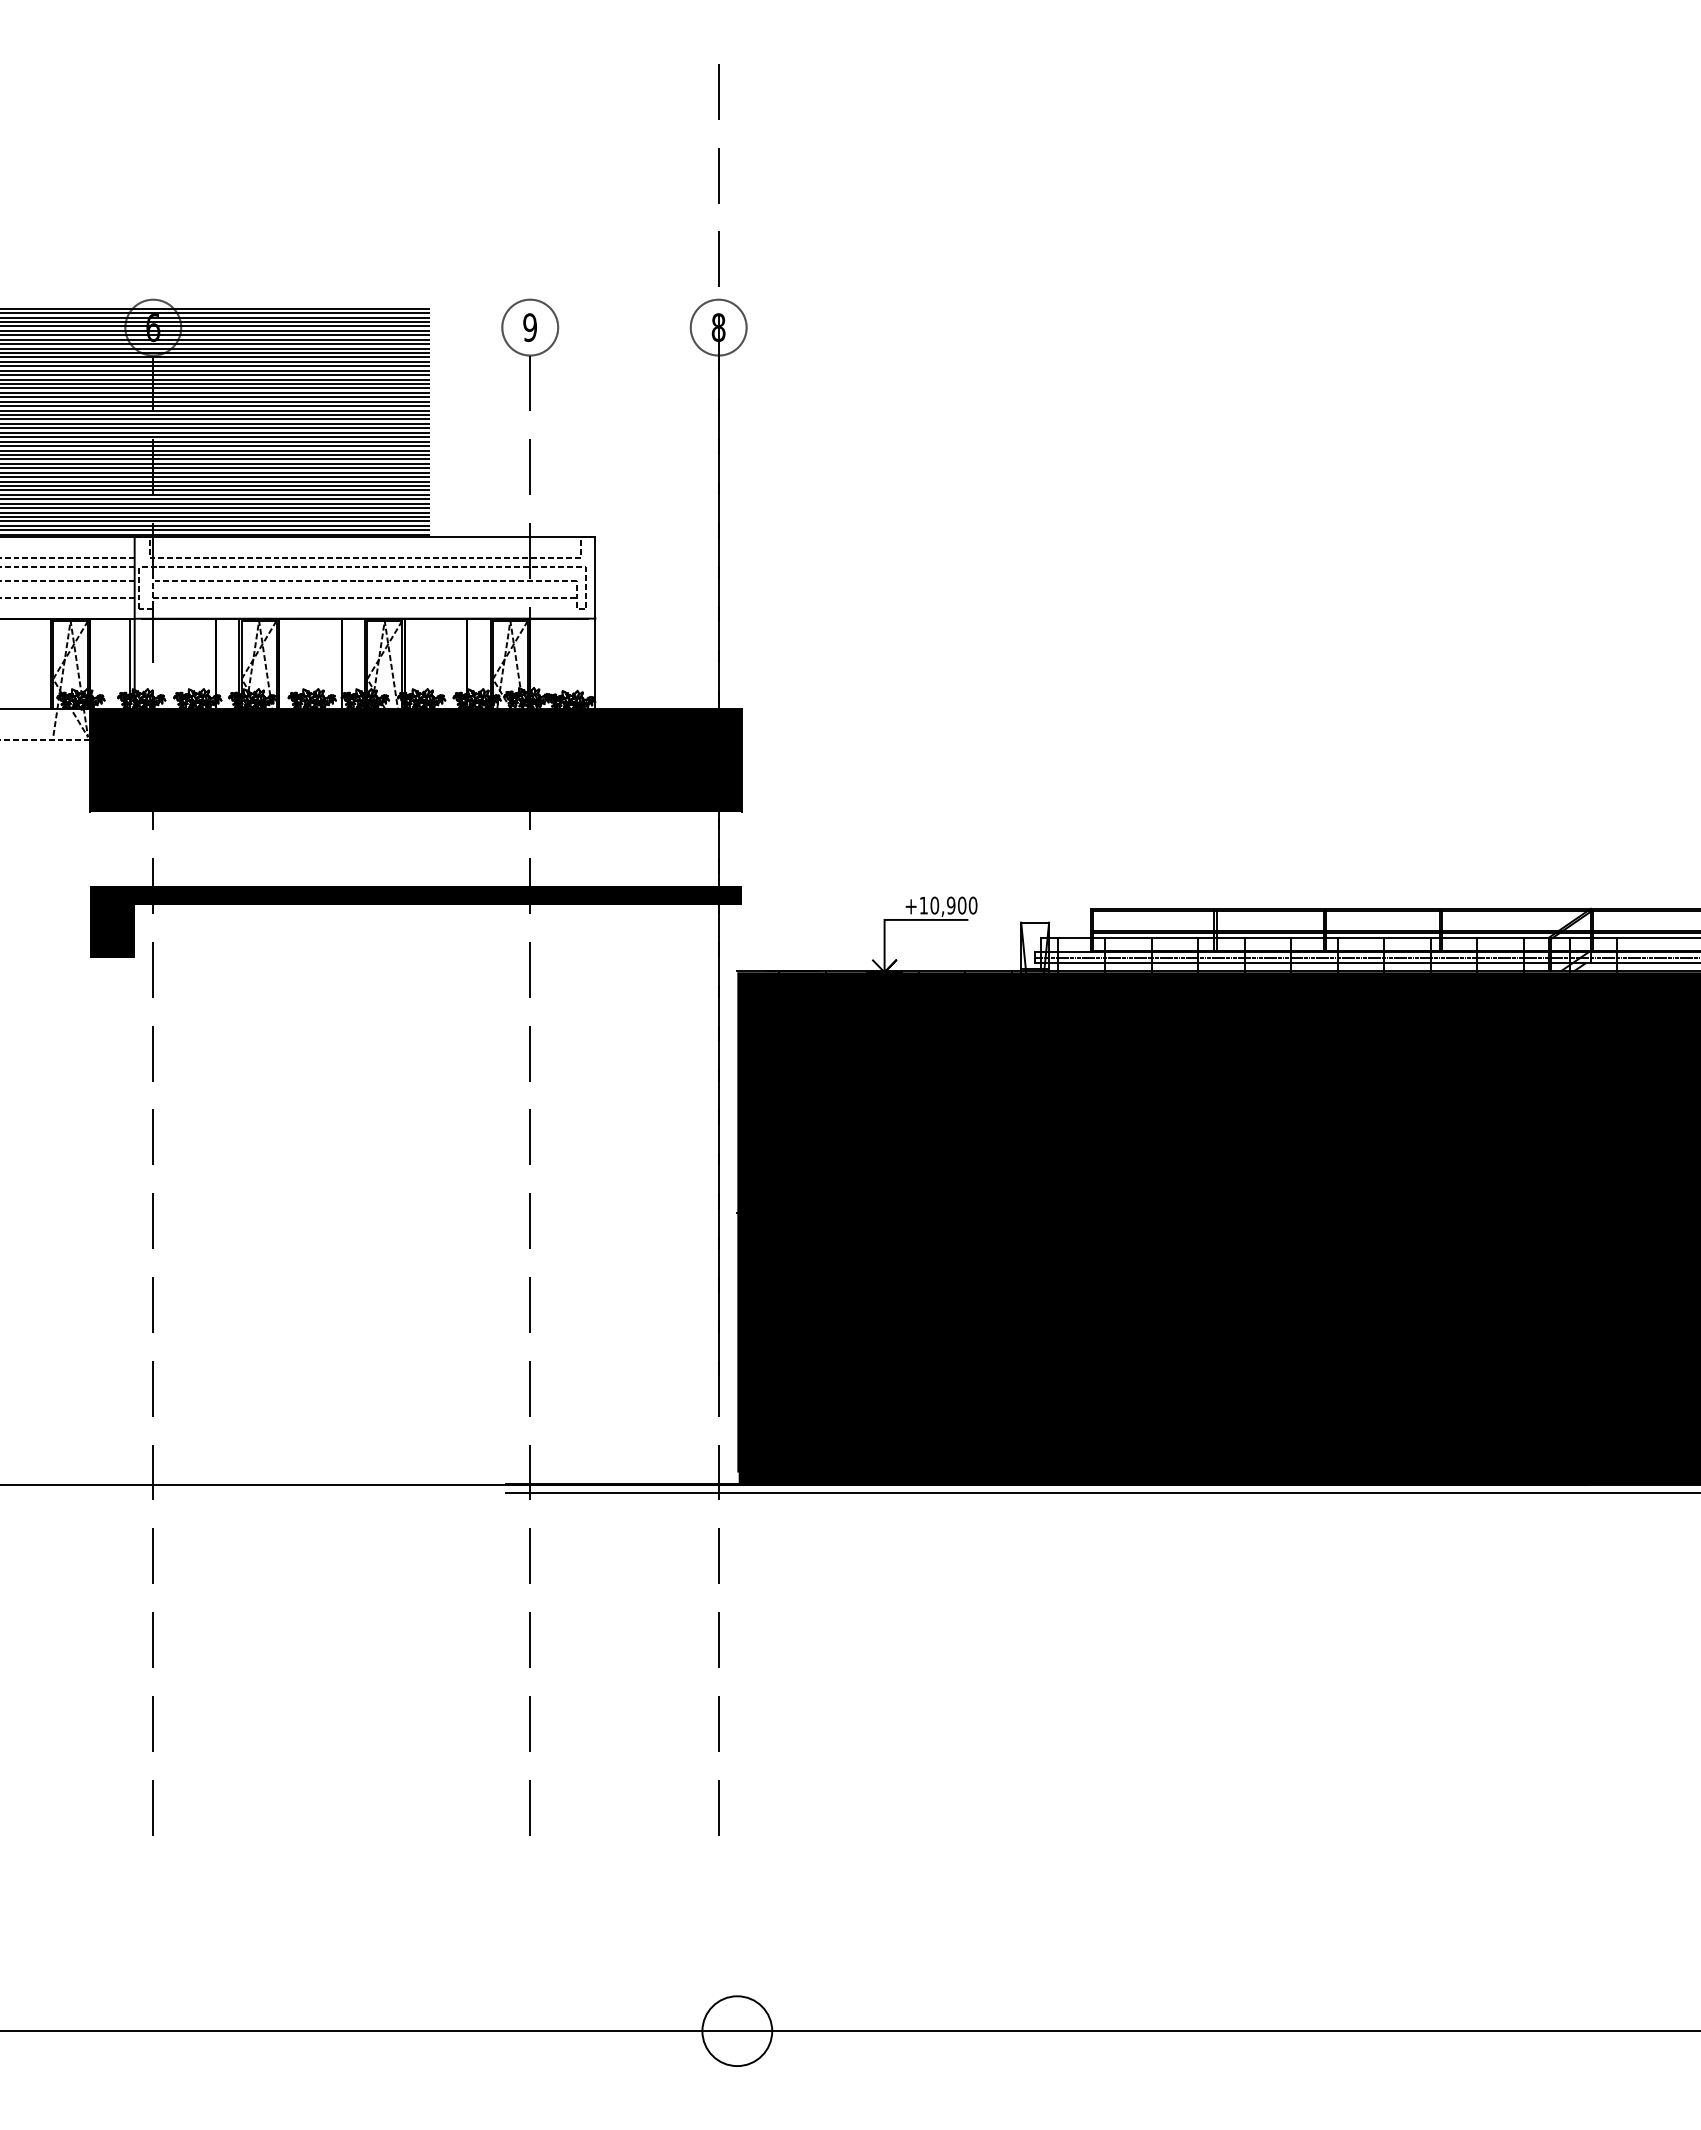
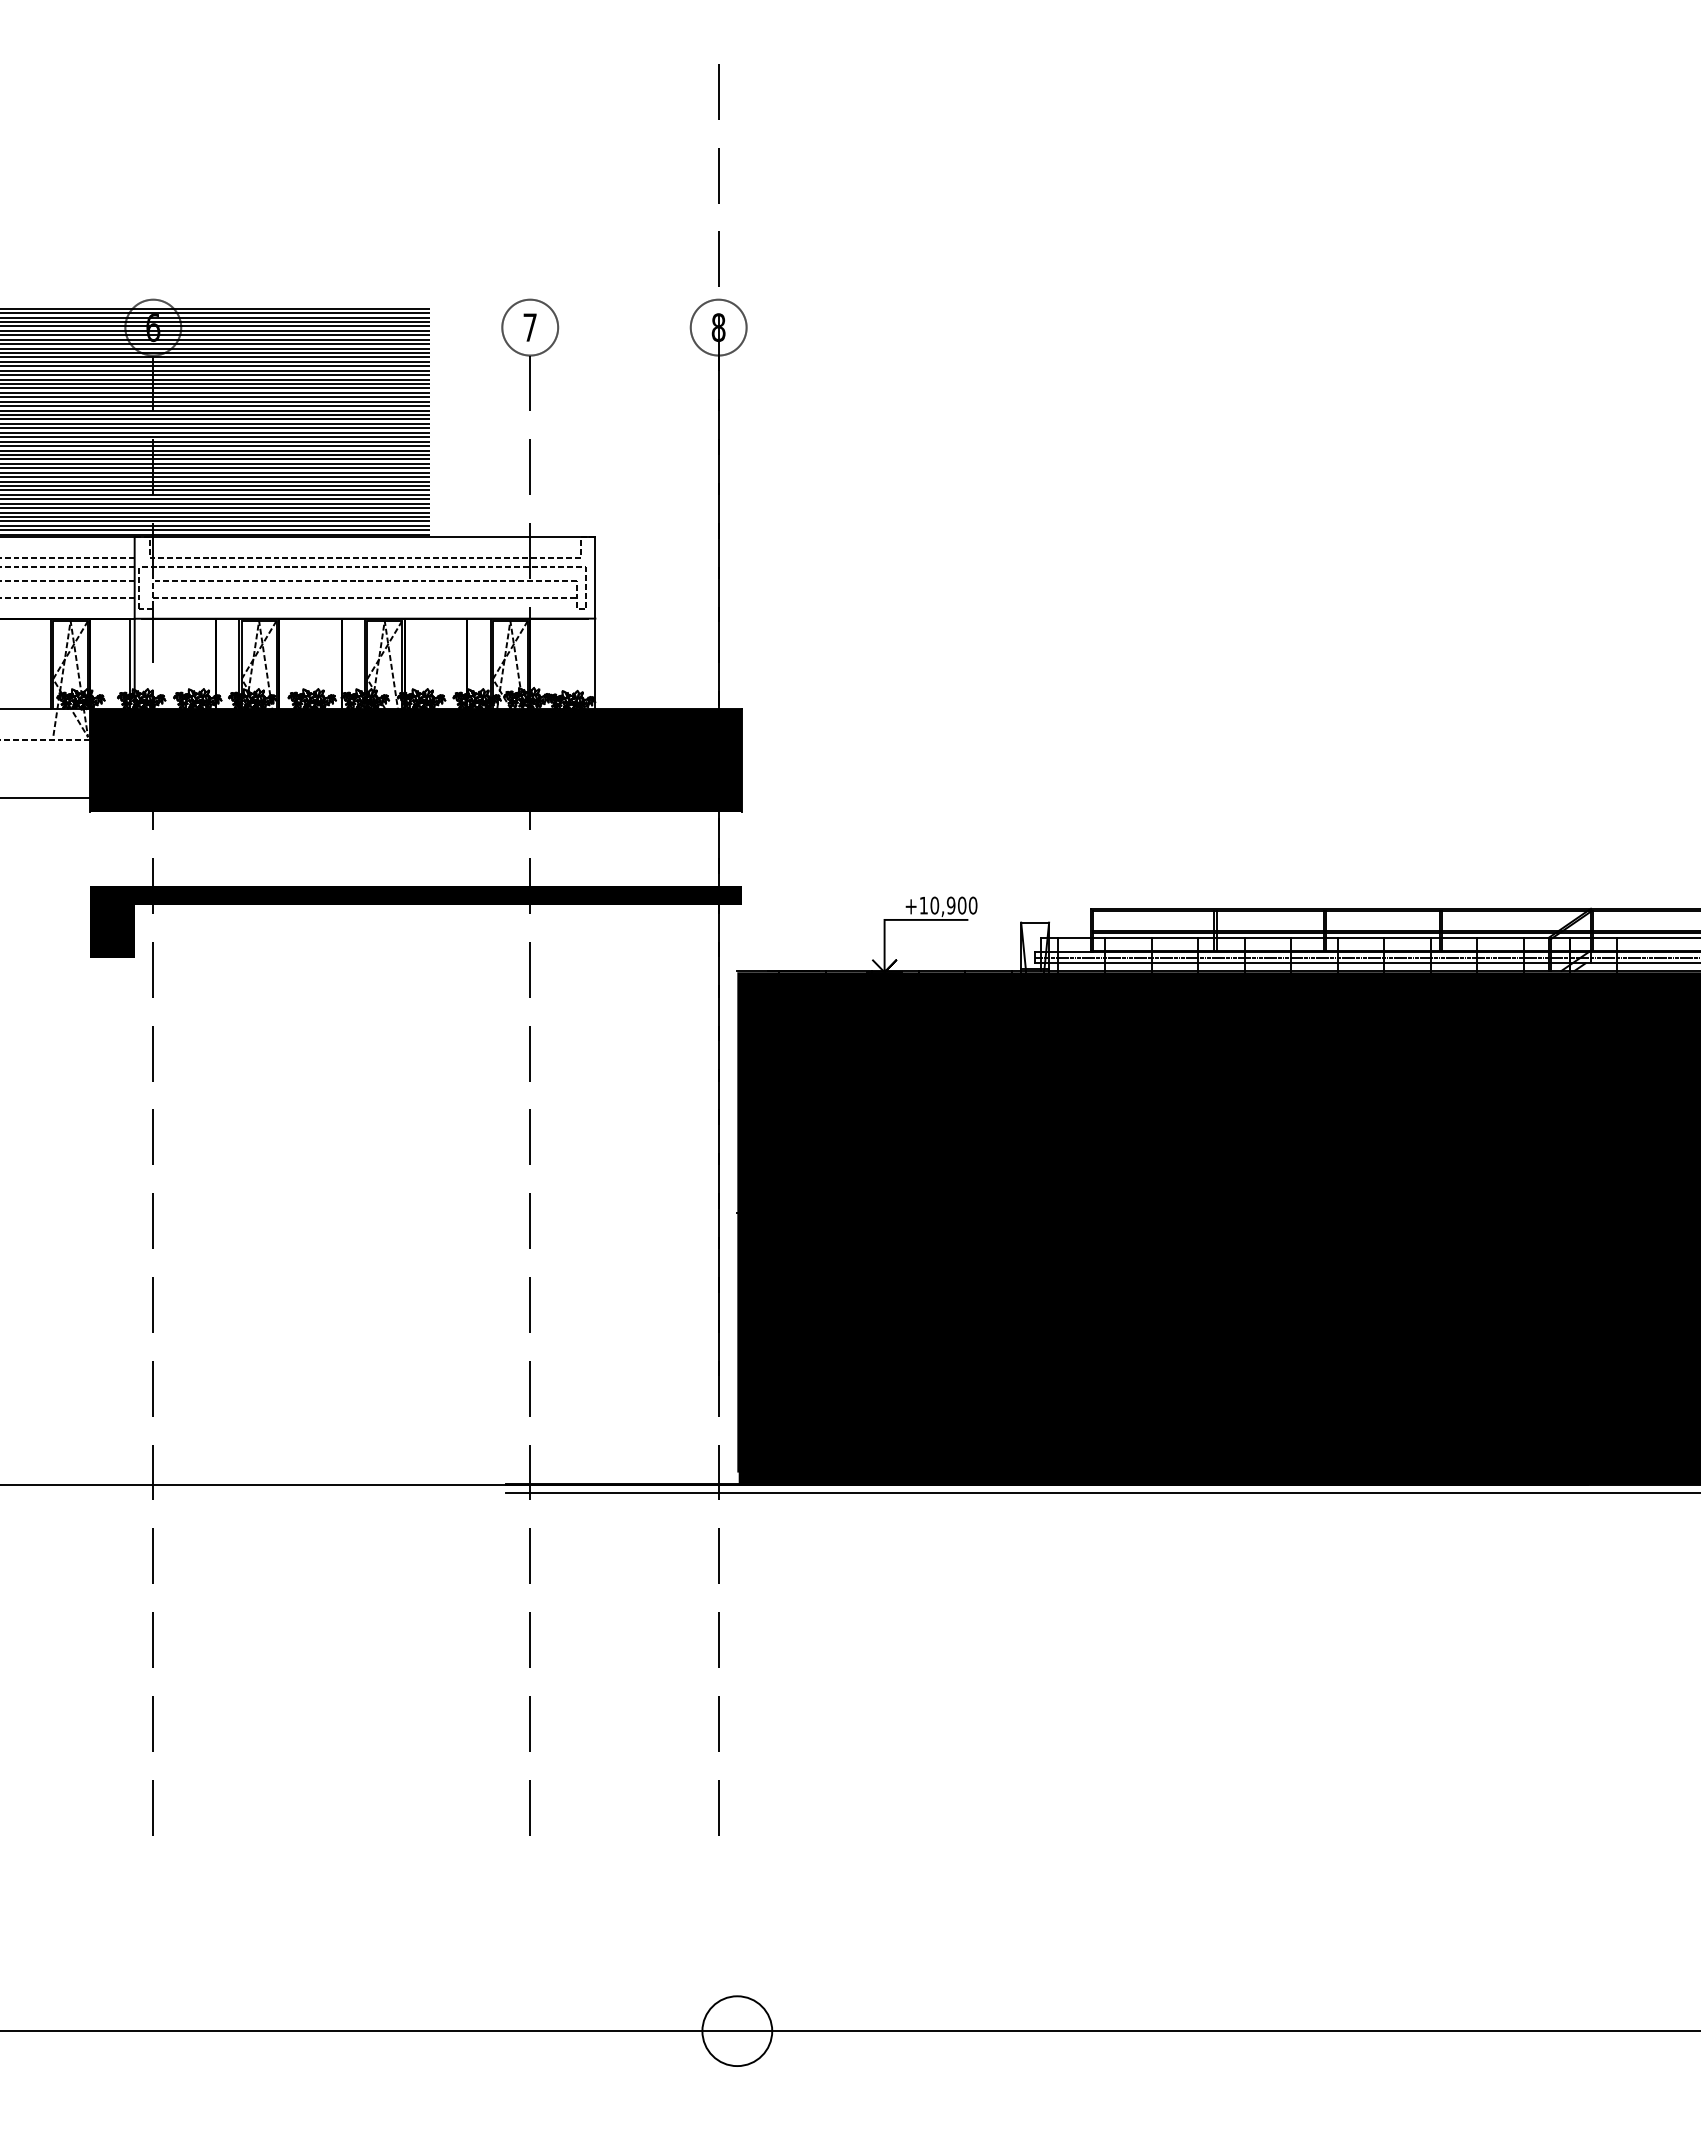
text at (529, 327): 9 -> 7
line at (46, 797): none -> present
